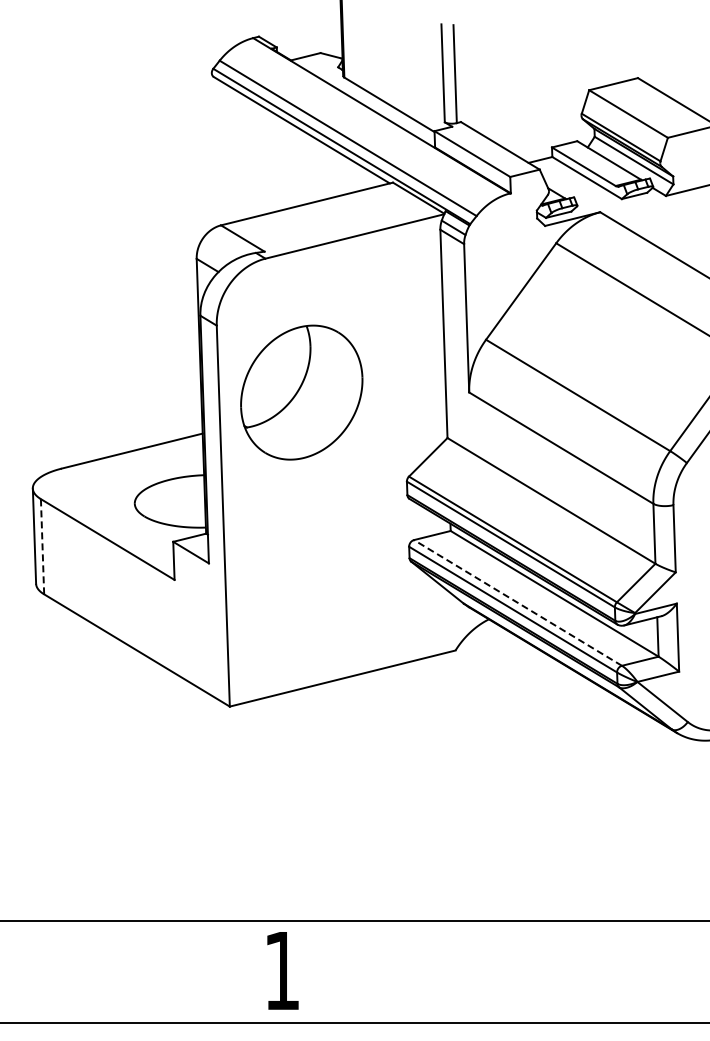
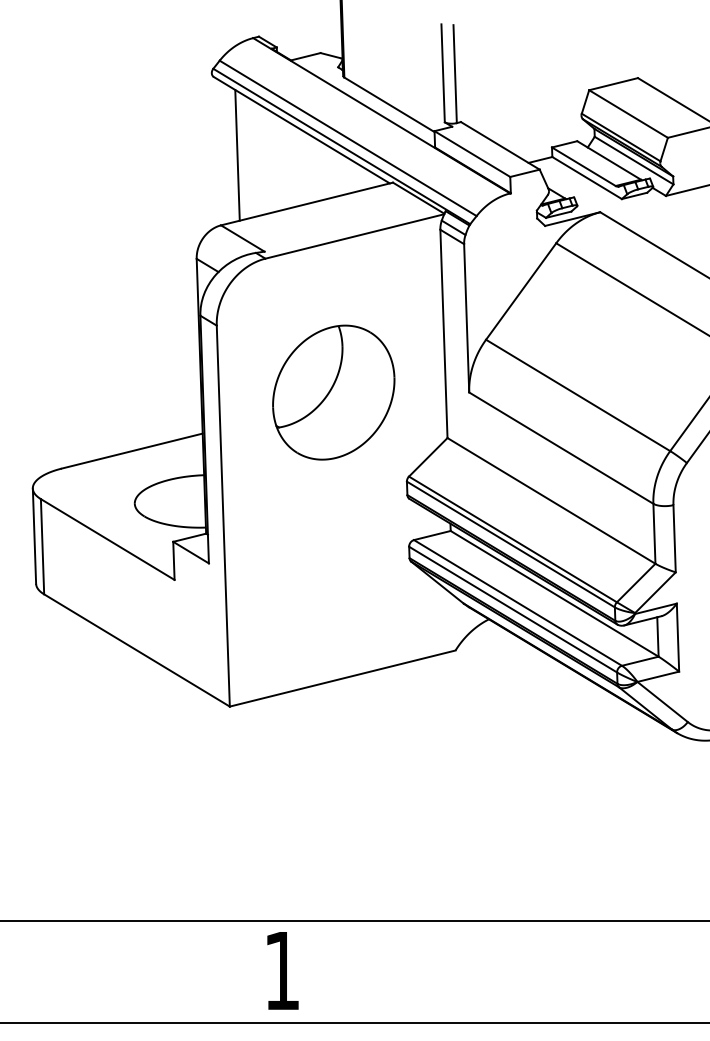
line at (237, 154): none -> present
part at (301, 392) position: (301, 392) -> (333, 392)
line at (42, 546): dashed -> solid
line at (517, 602): dashed -> solid
